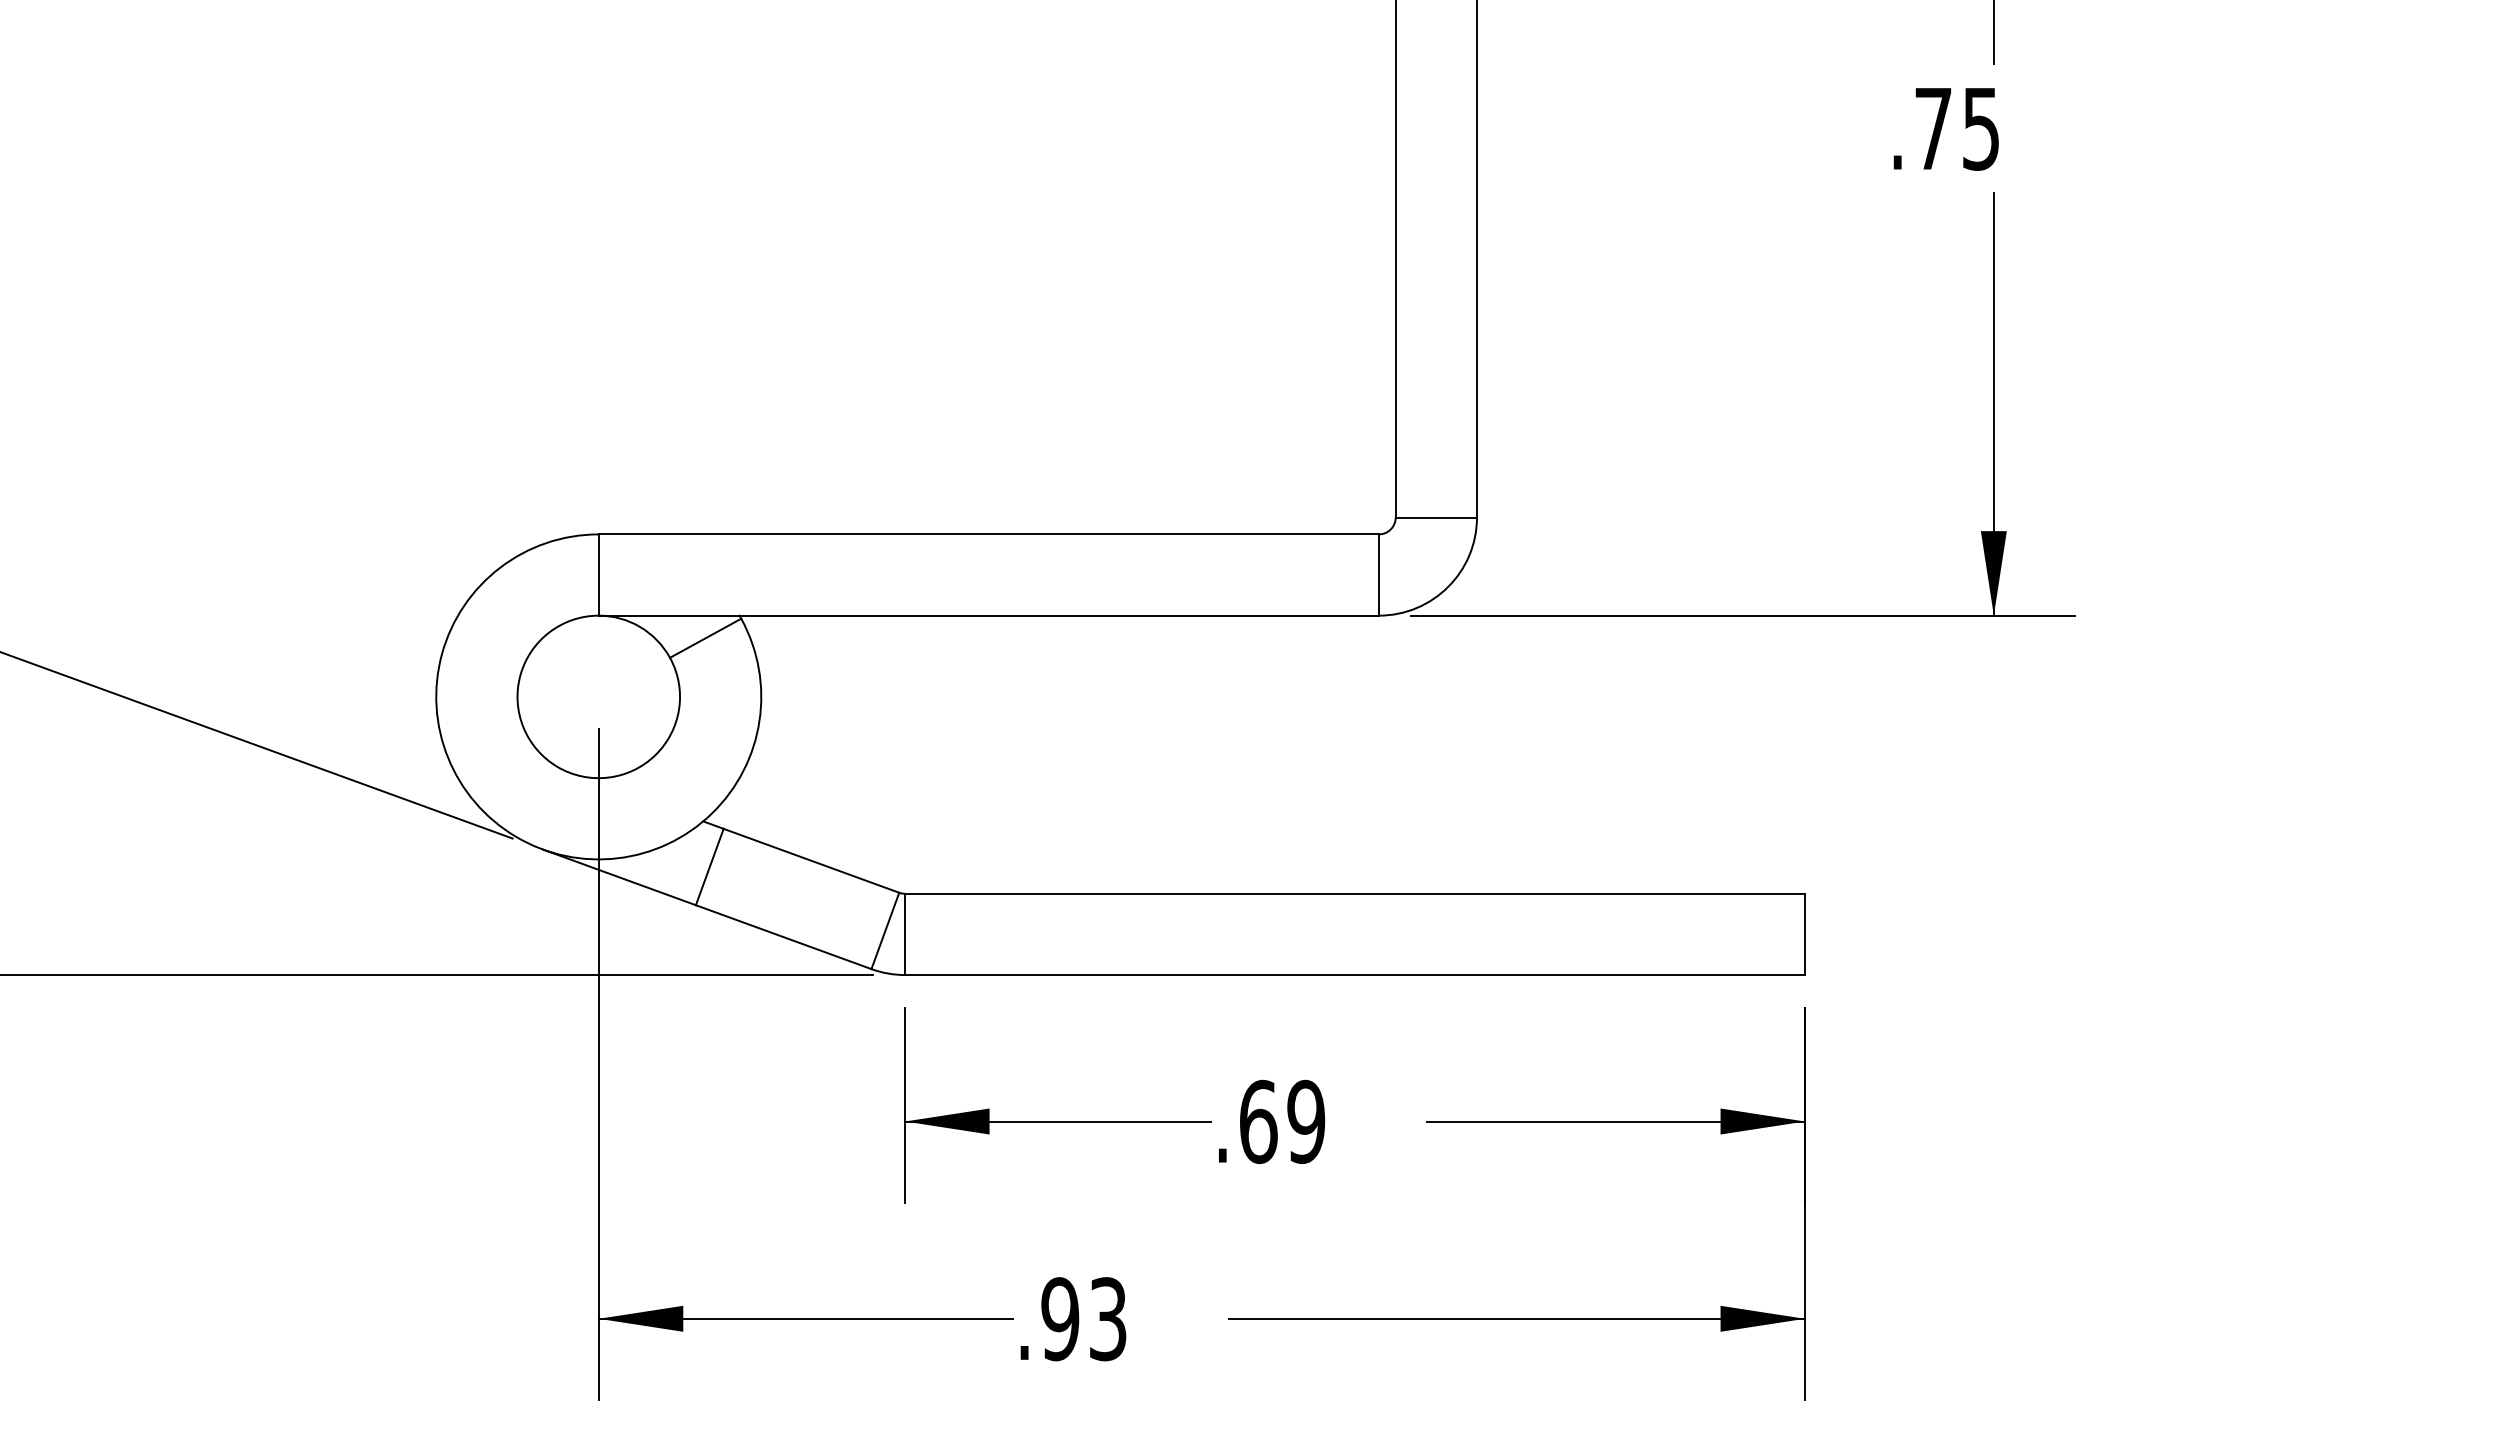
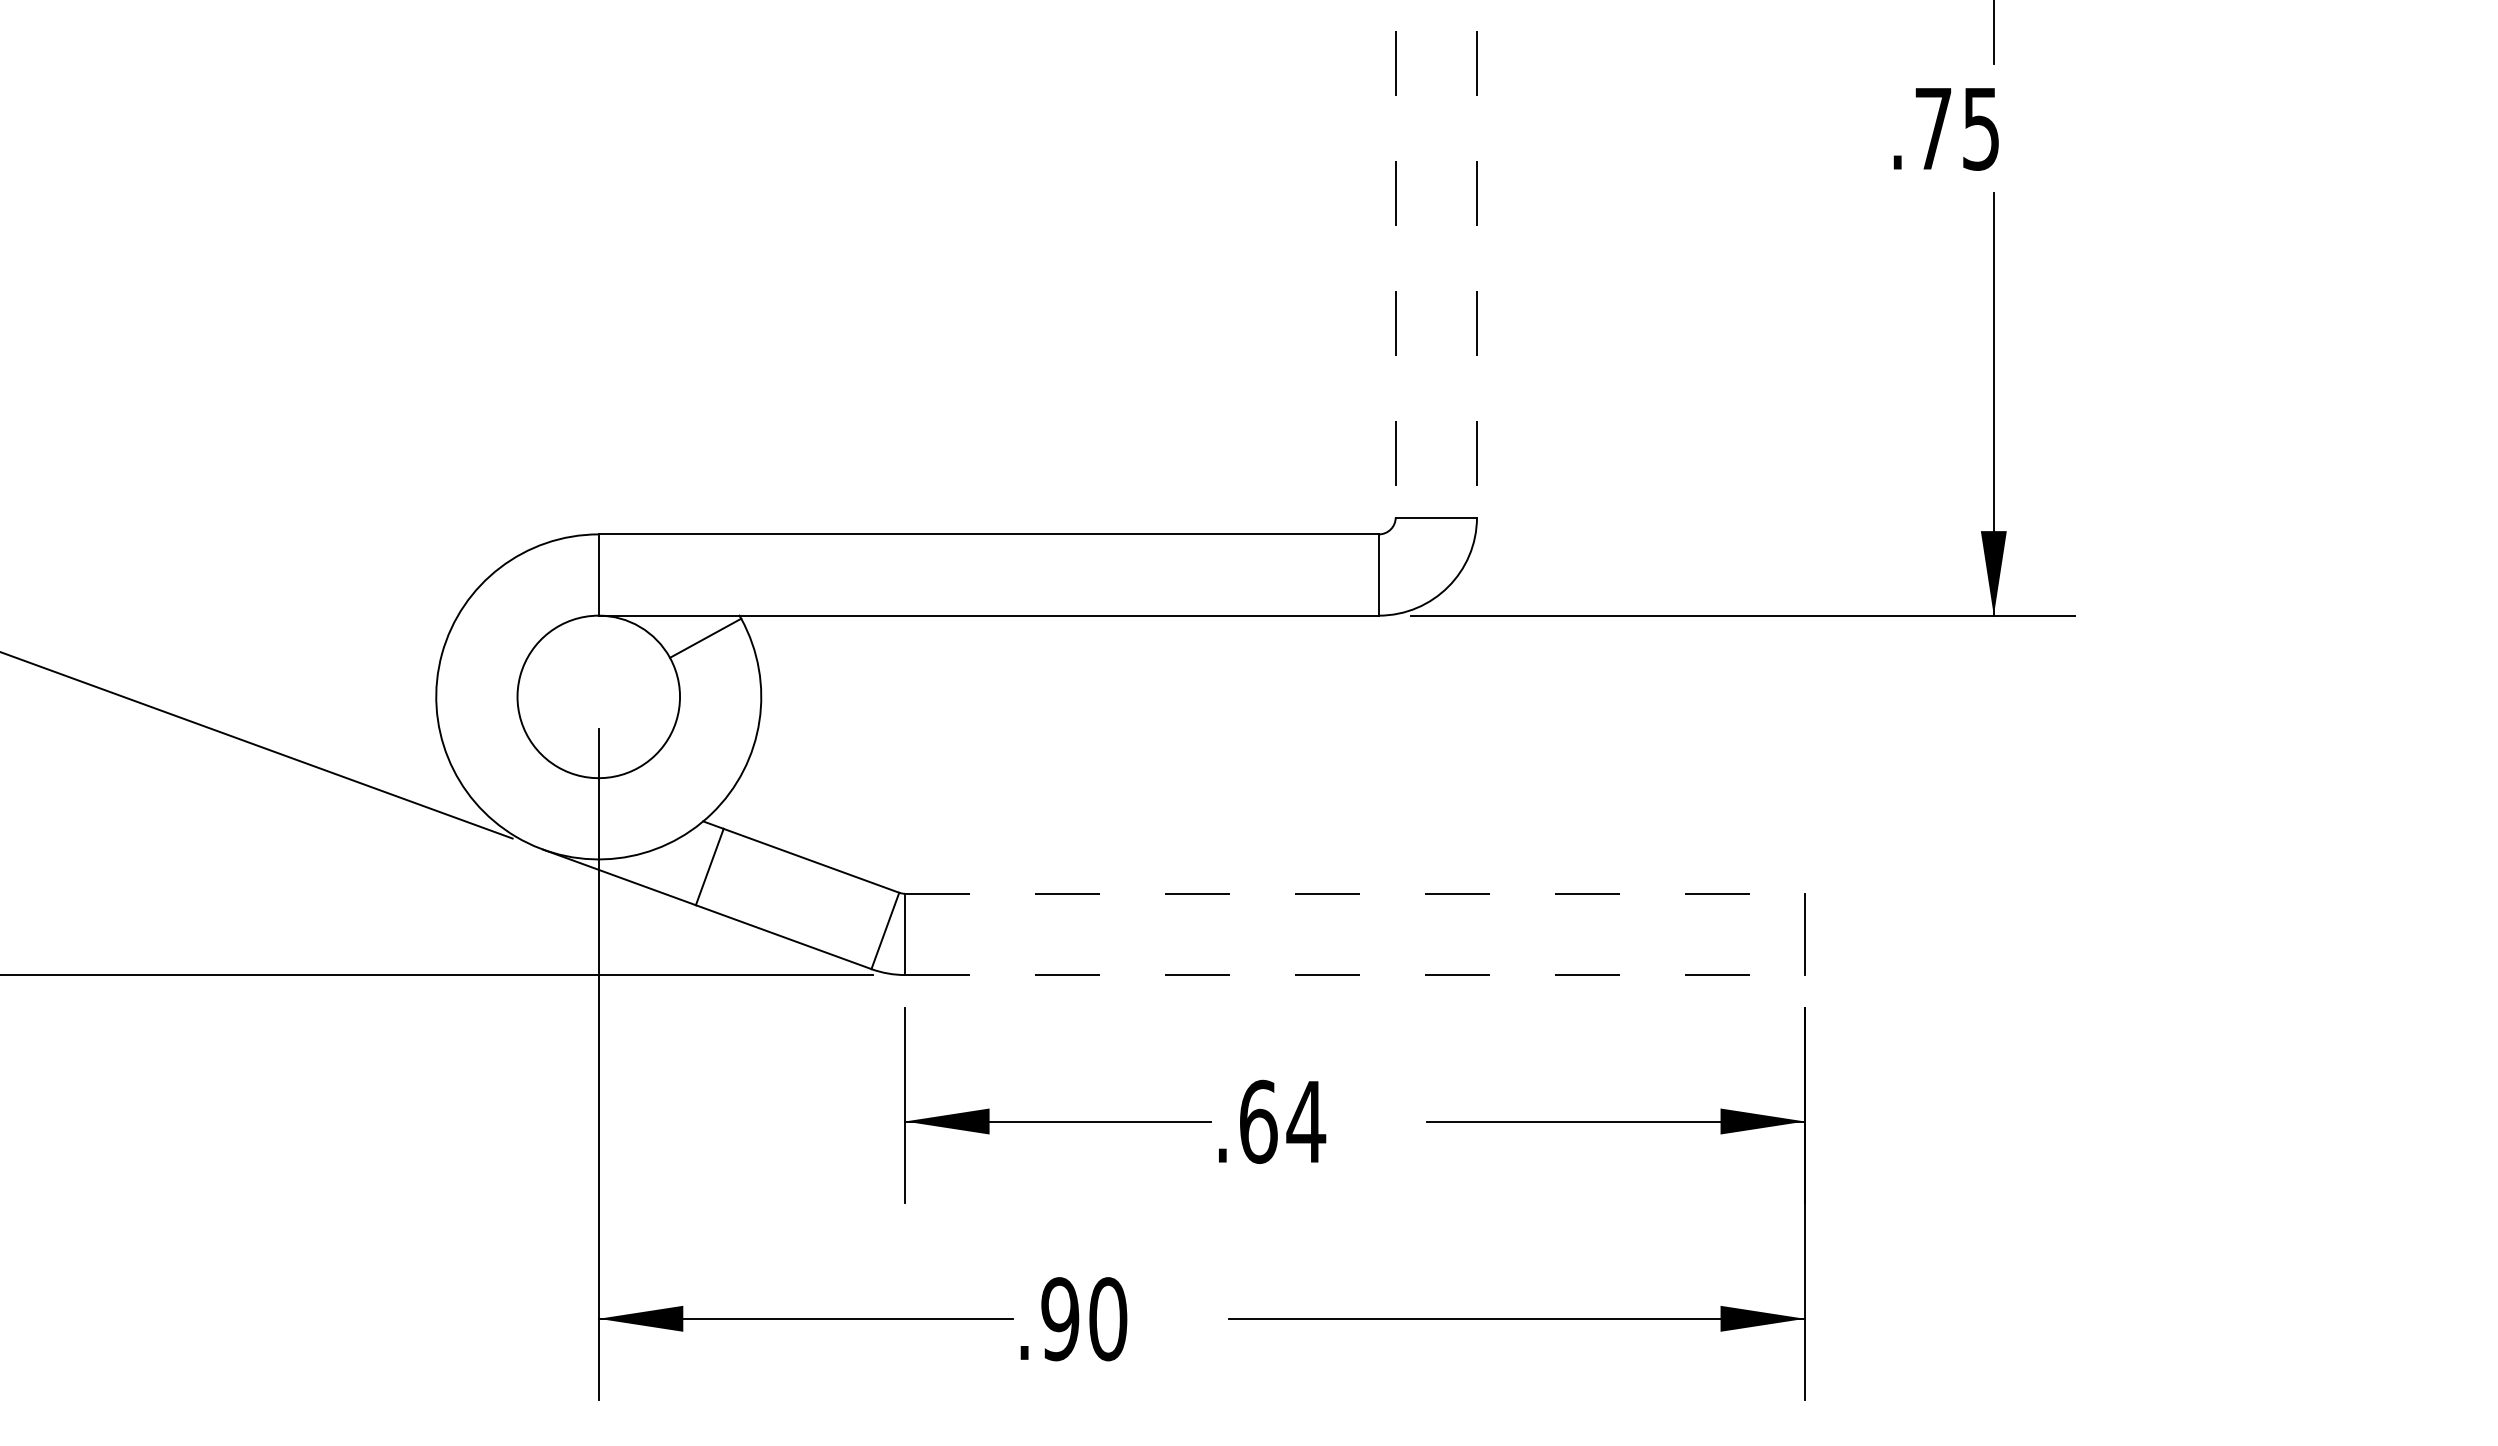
line at (1395, 259): solid -> dashed
line at (1476, 259): solid -> dashed
line at (1355, 893): solid -> dashed
line at (1355, 975): solid -> dashed
text at (1306, 1121): .69 -> .64
text at (1108, 1319): .93 -> .90
